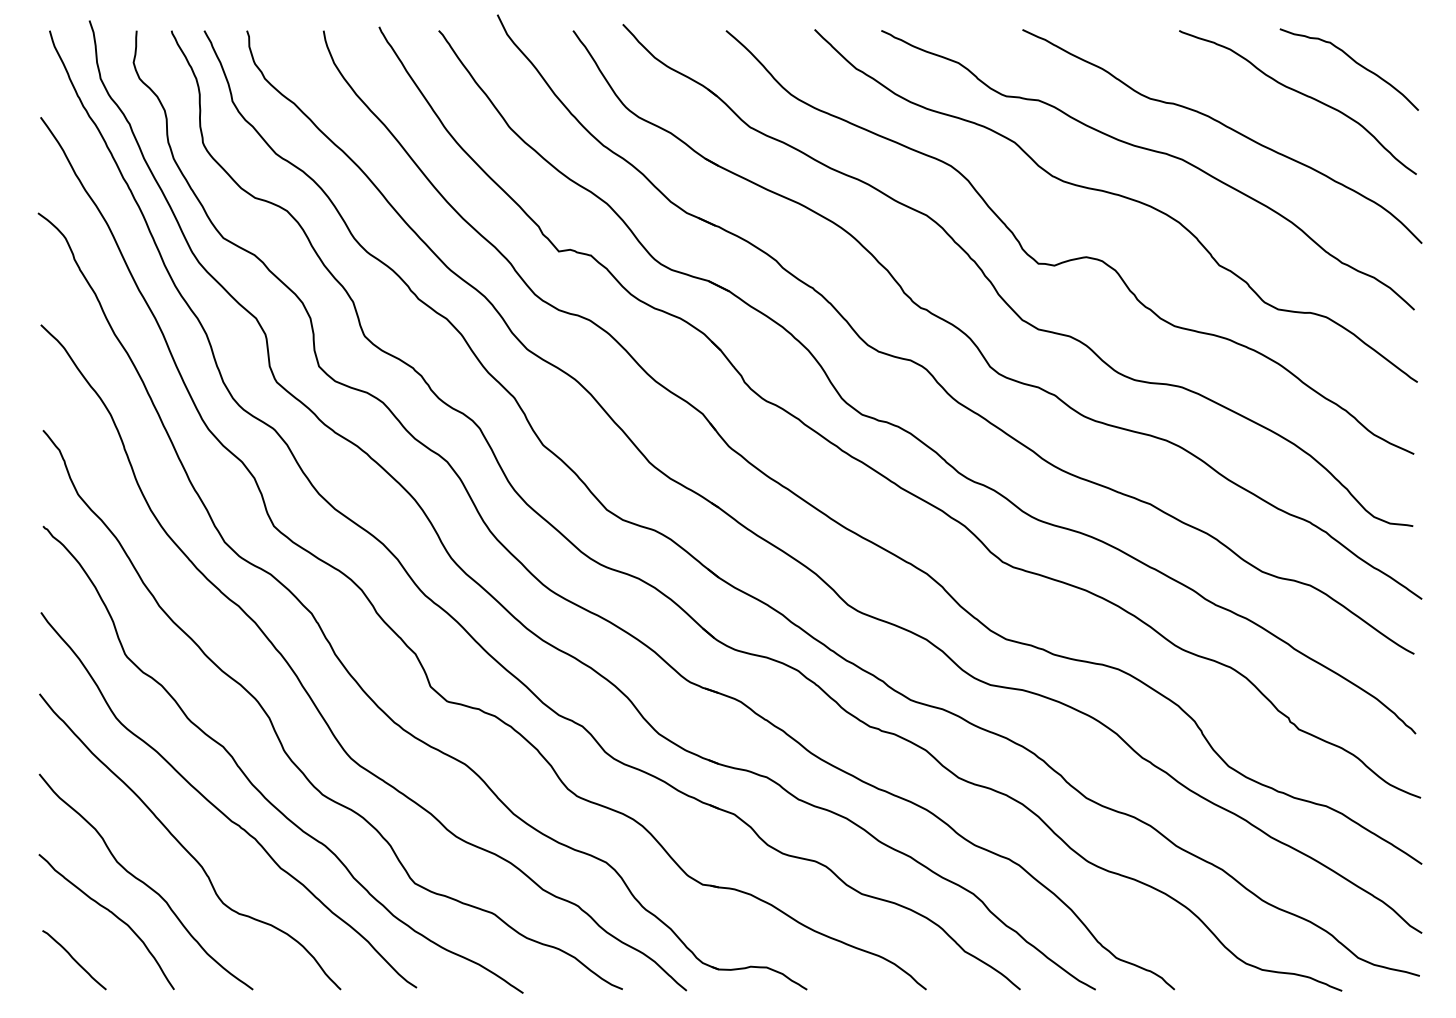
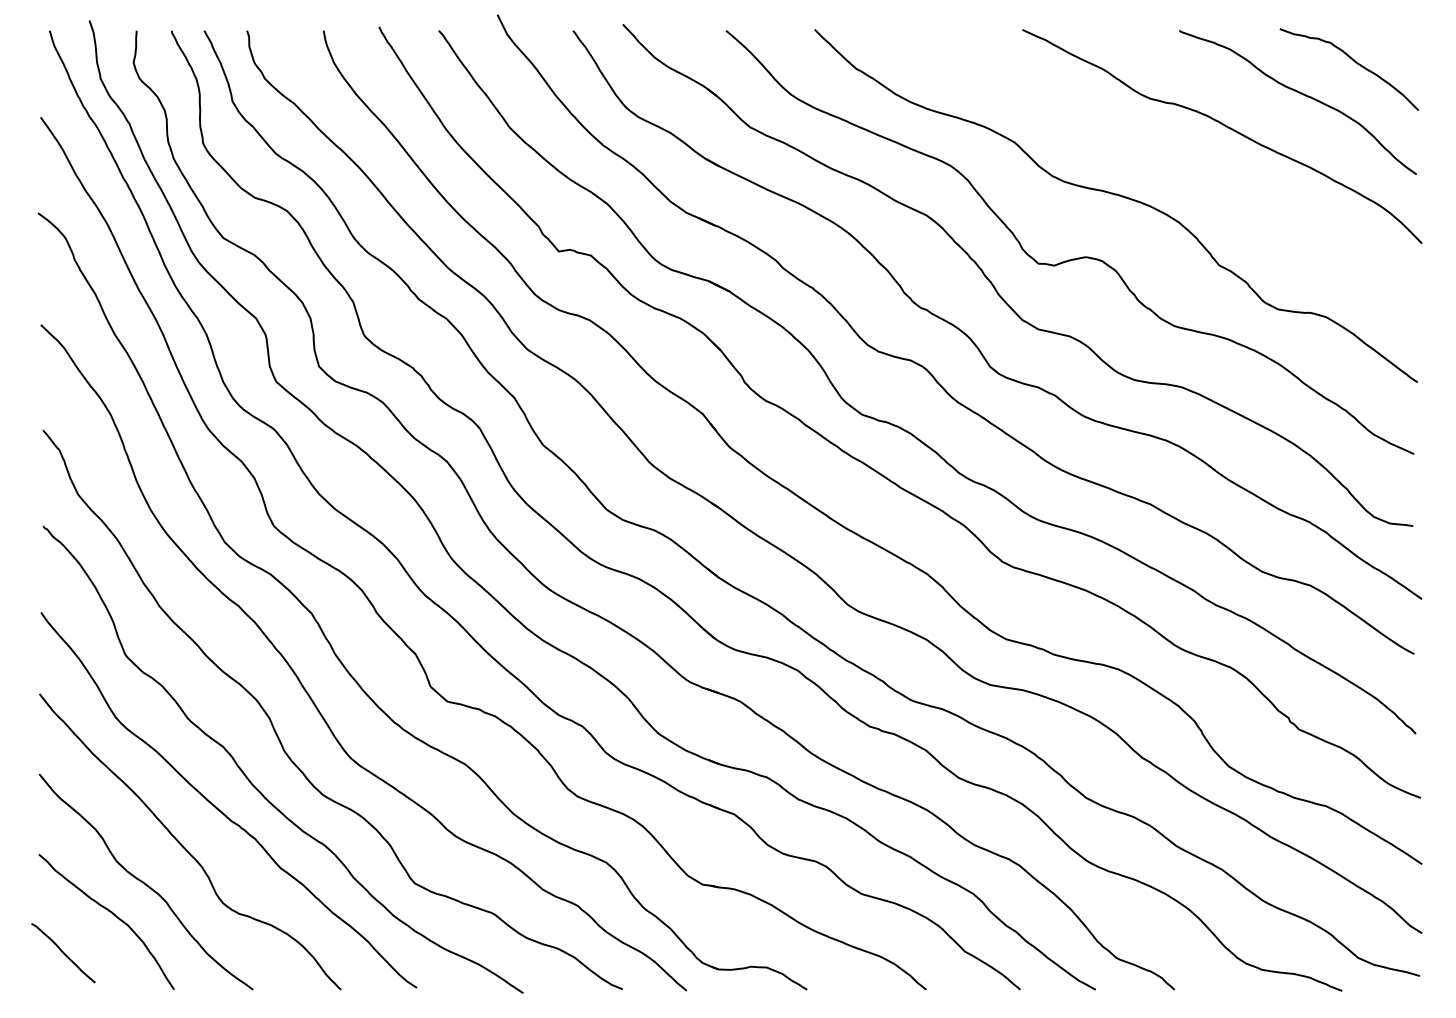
curve at (1151, 151): present -> none
curve at (74, 960) position: (74, 960) -> (63, 953)
